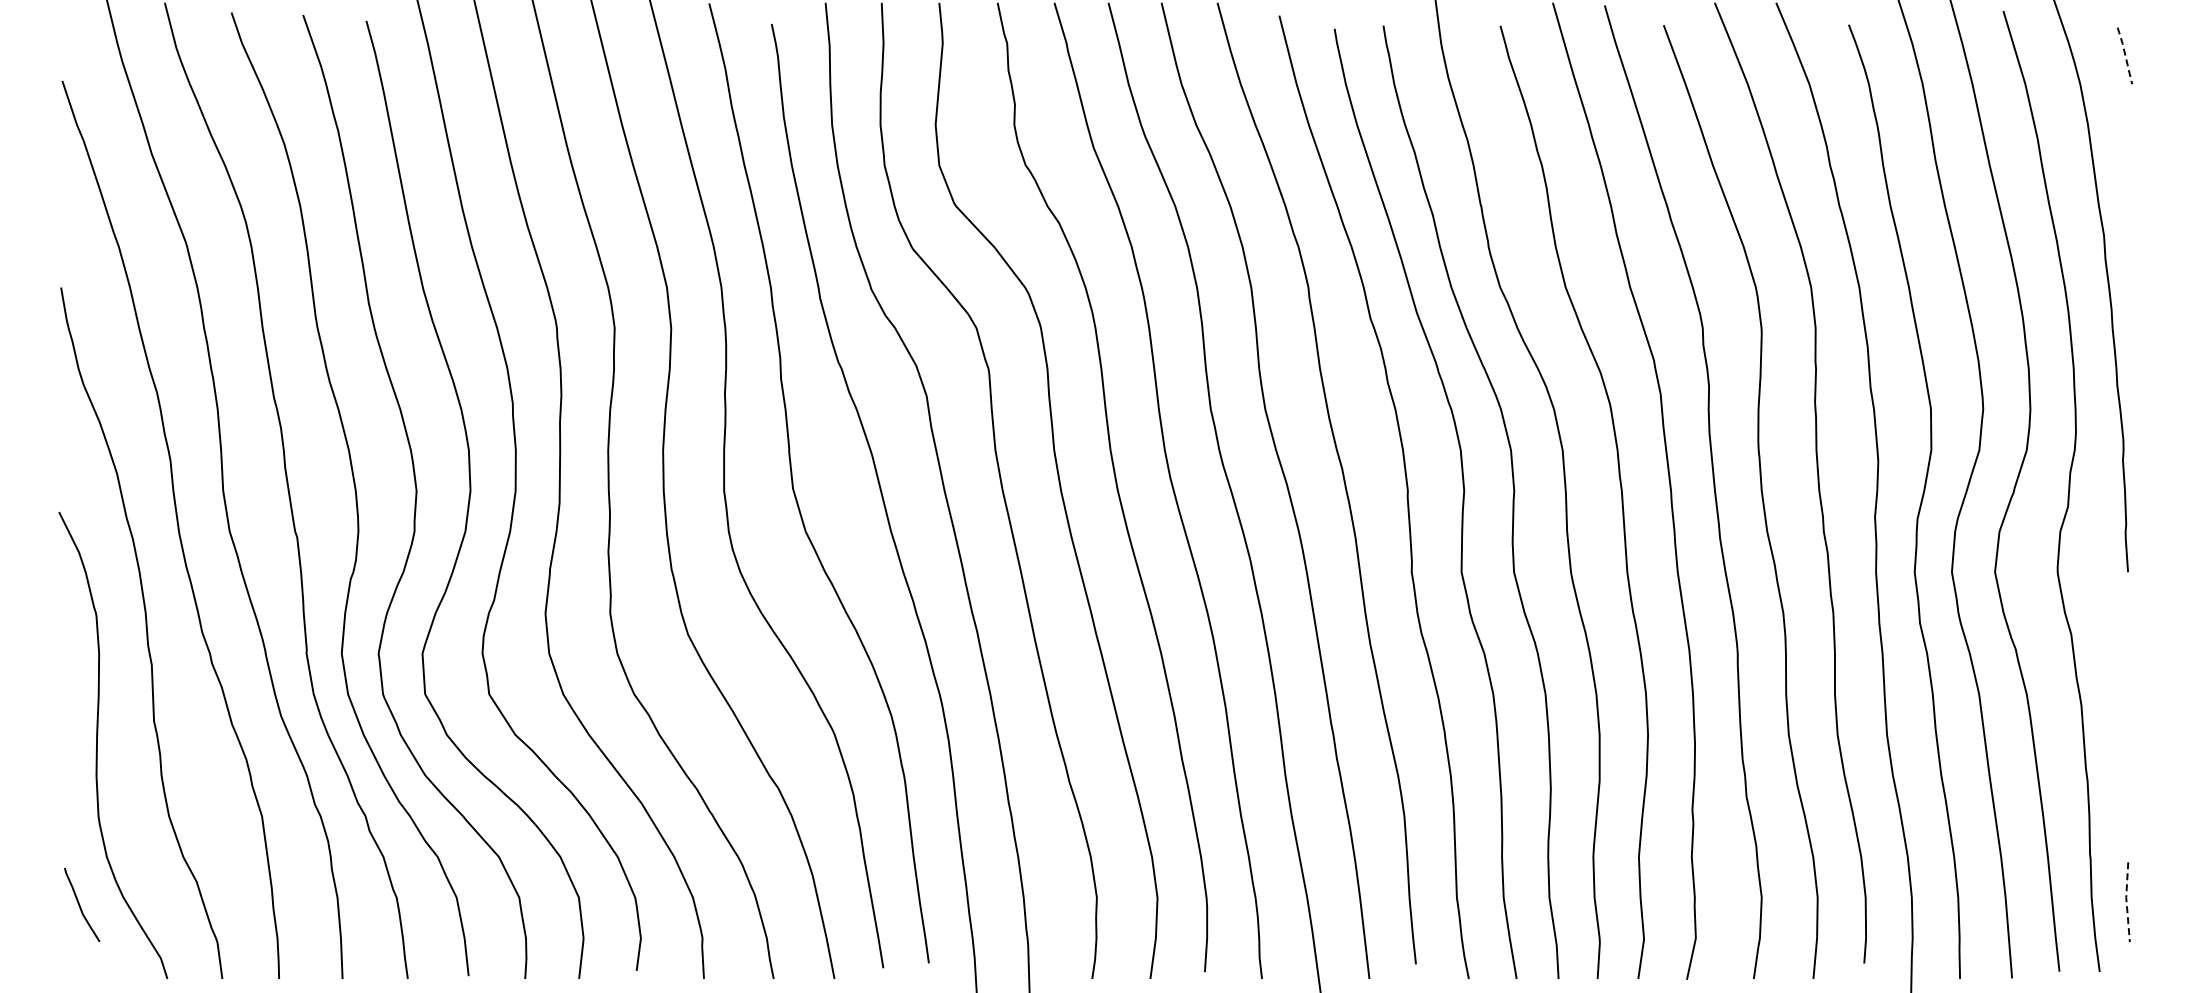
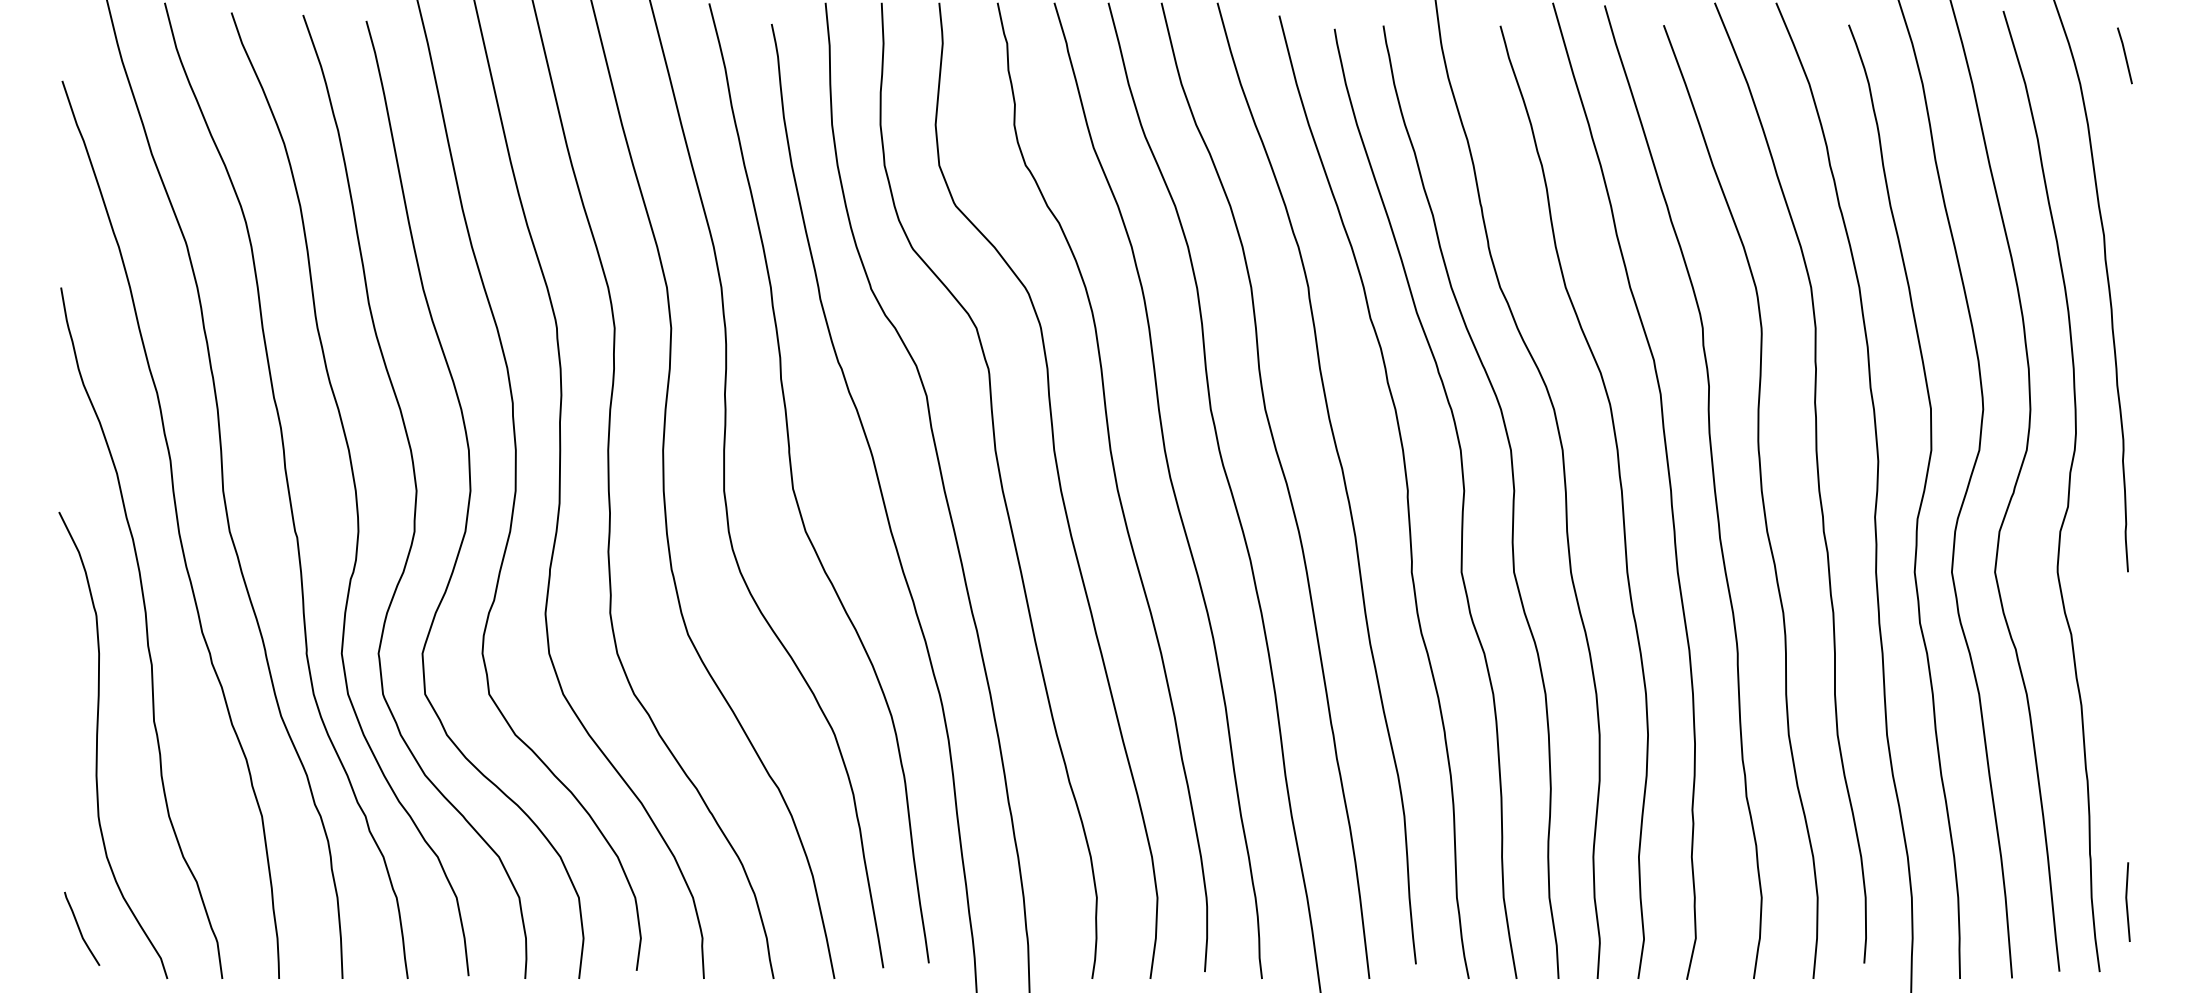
line at (2125, 55): dashed -> solid
line at (2126, 901): dashed -> solid
curve at (80, 904) position: (80, 904) -> (80, 928)
